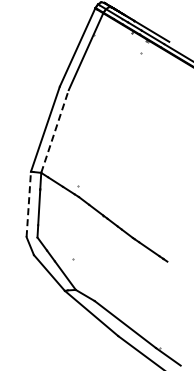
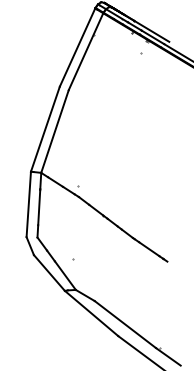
line at (55, 131): dashed -> solid
line at (28, 204): dashed -> solid
